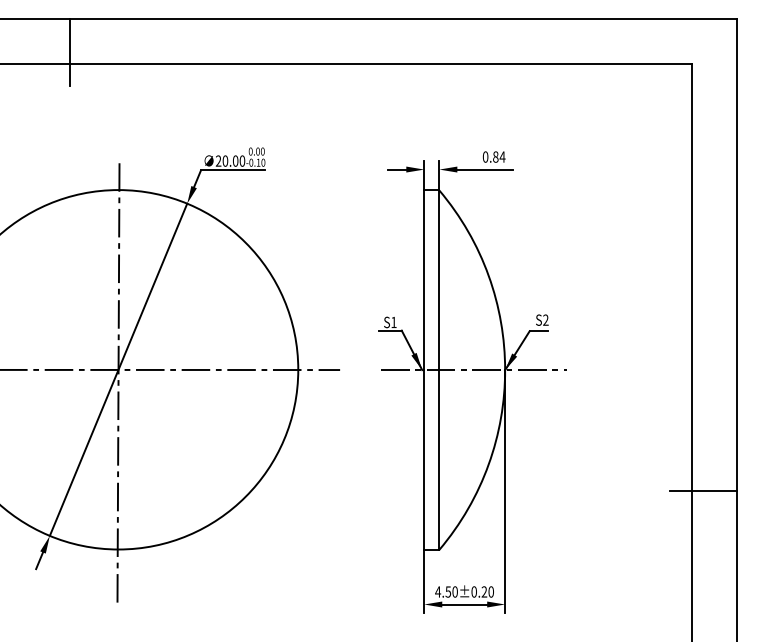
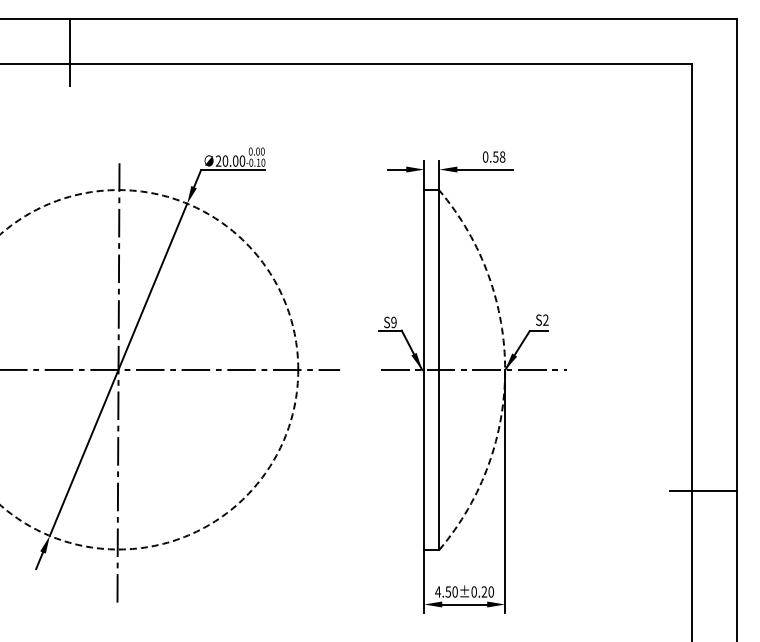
text at (499, 156): 0.84 -> 0.58
text at (393, 322): S1 -> S9
circle at (149, 369): solid -> dashed
arc at (505, 370): solid -> dashed
